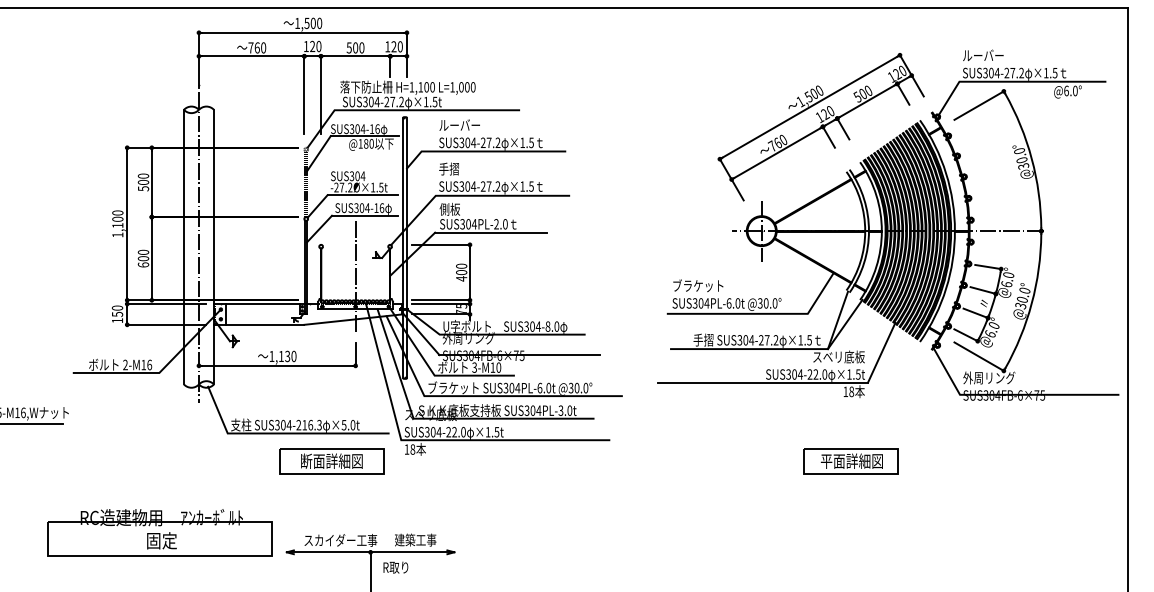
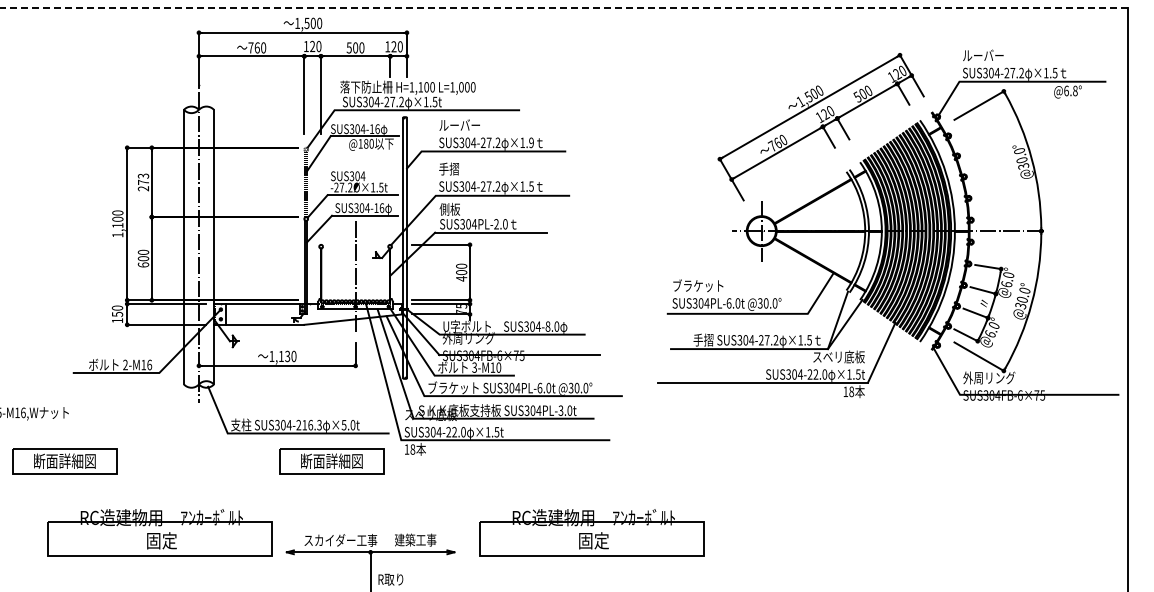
line at (564, 8): solid -> dashed
text at (1075, 91): @6.0° -> @6.8°
text at (531, 142): ×1.5 -> ×1.9
text at (143, 182): 500 -> 273
line at (32, 423): present -> none
part at (64, 461): none -> present
part at (850, 461): present -> none
part at (591, 532): none -> present
text at (395, 567) position: (395, 567) -> (390, 579)
